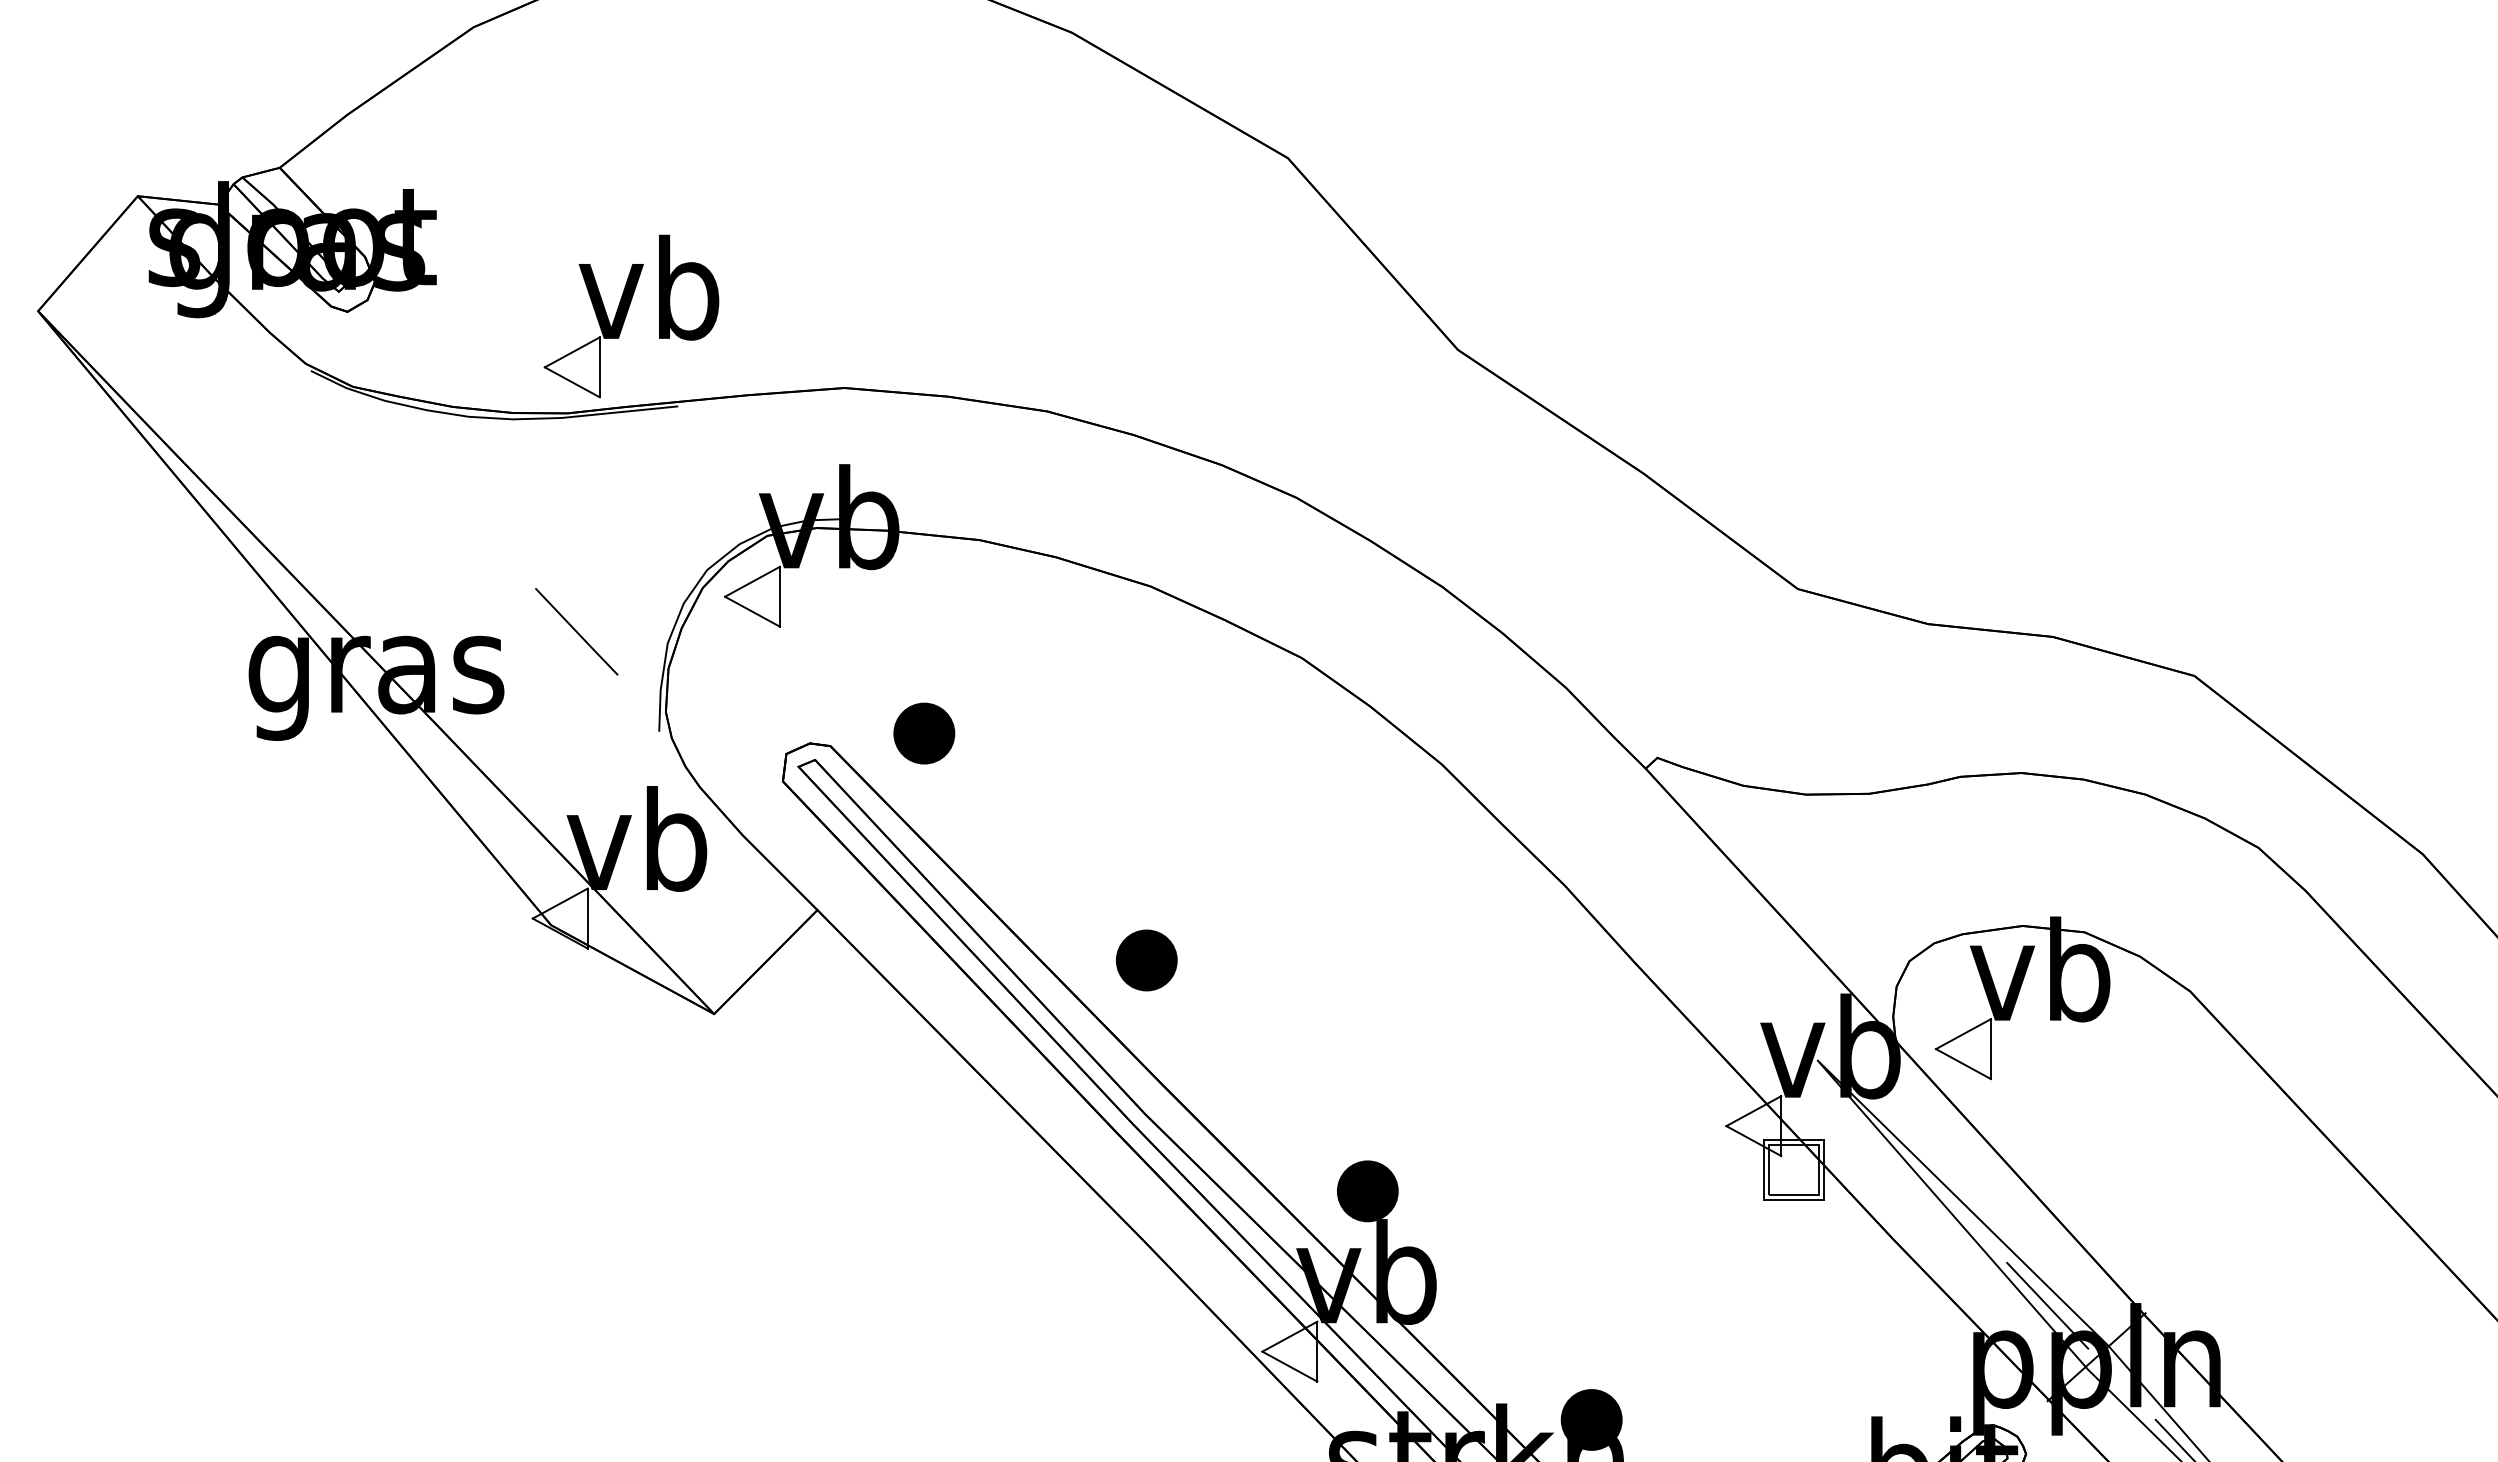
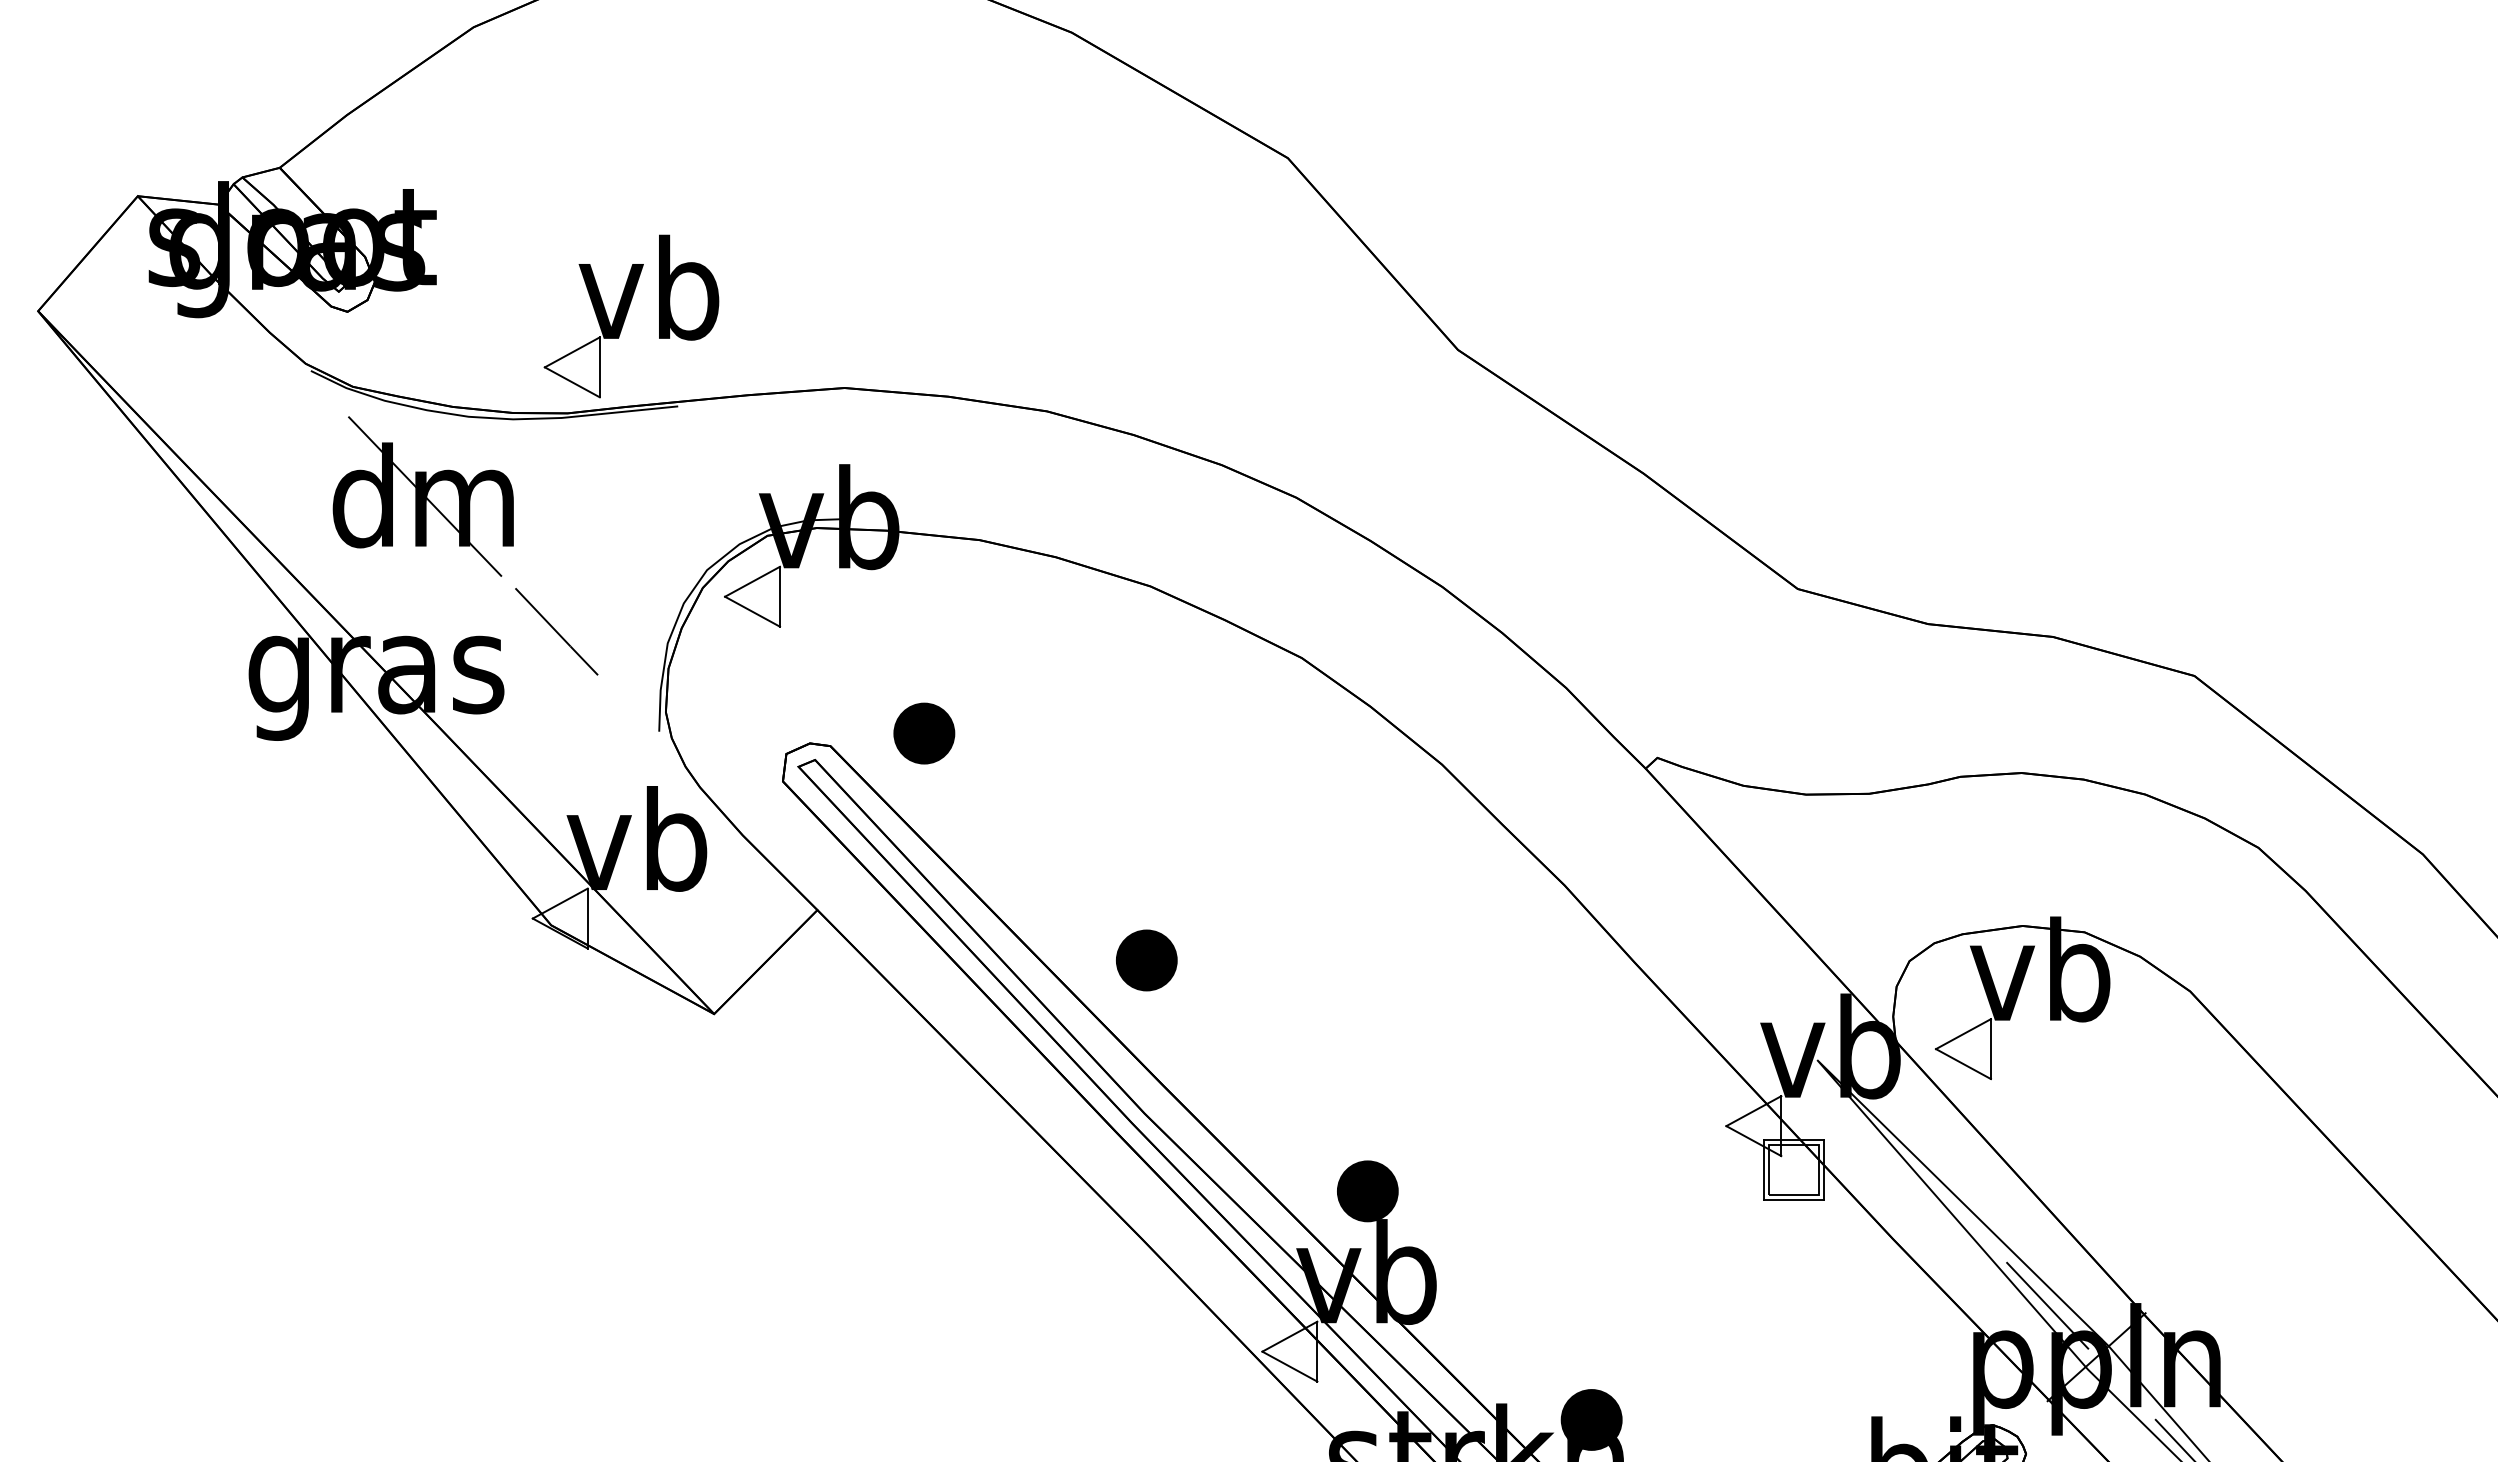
part at (422, 496): none -> present
line at (576, 631) position: (576, 631) -> (556, 631)
